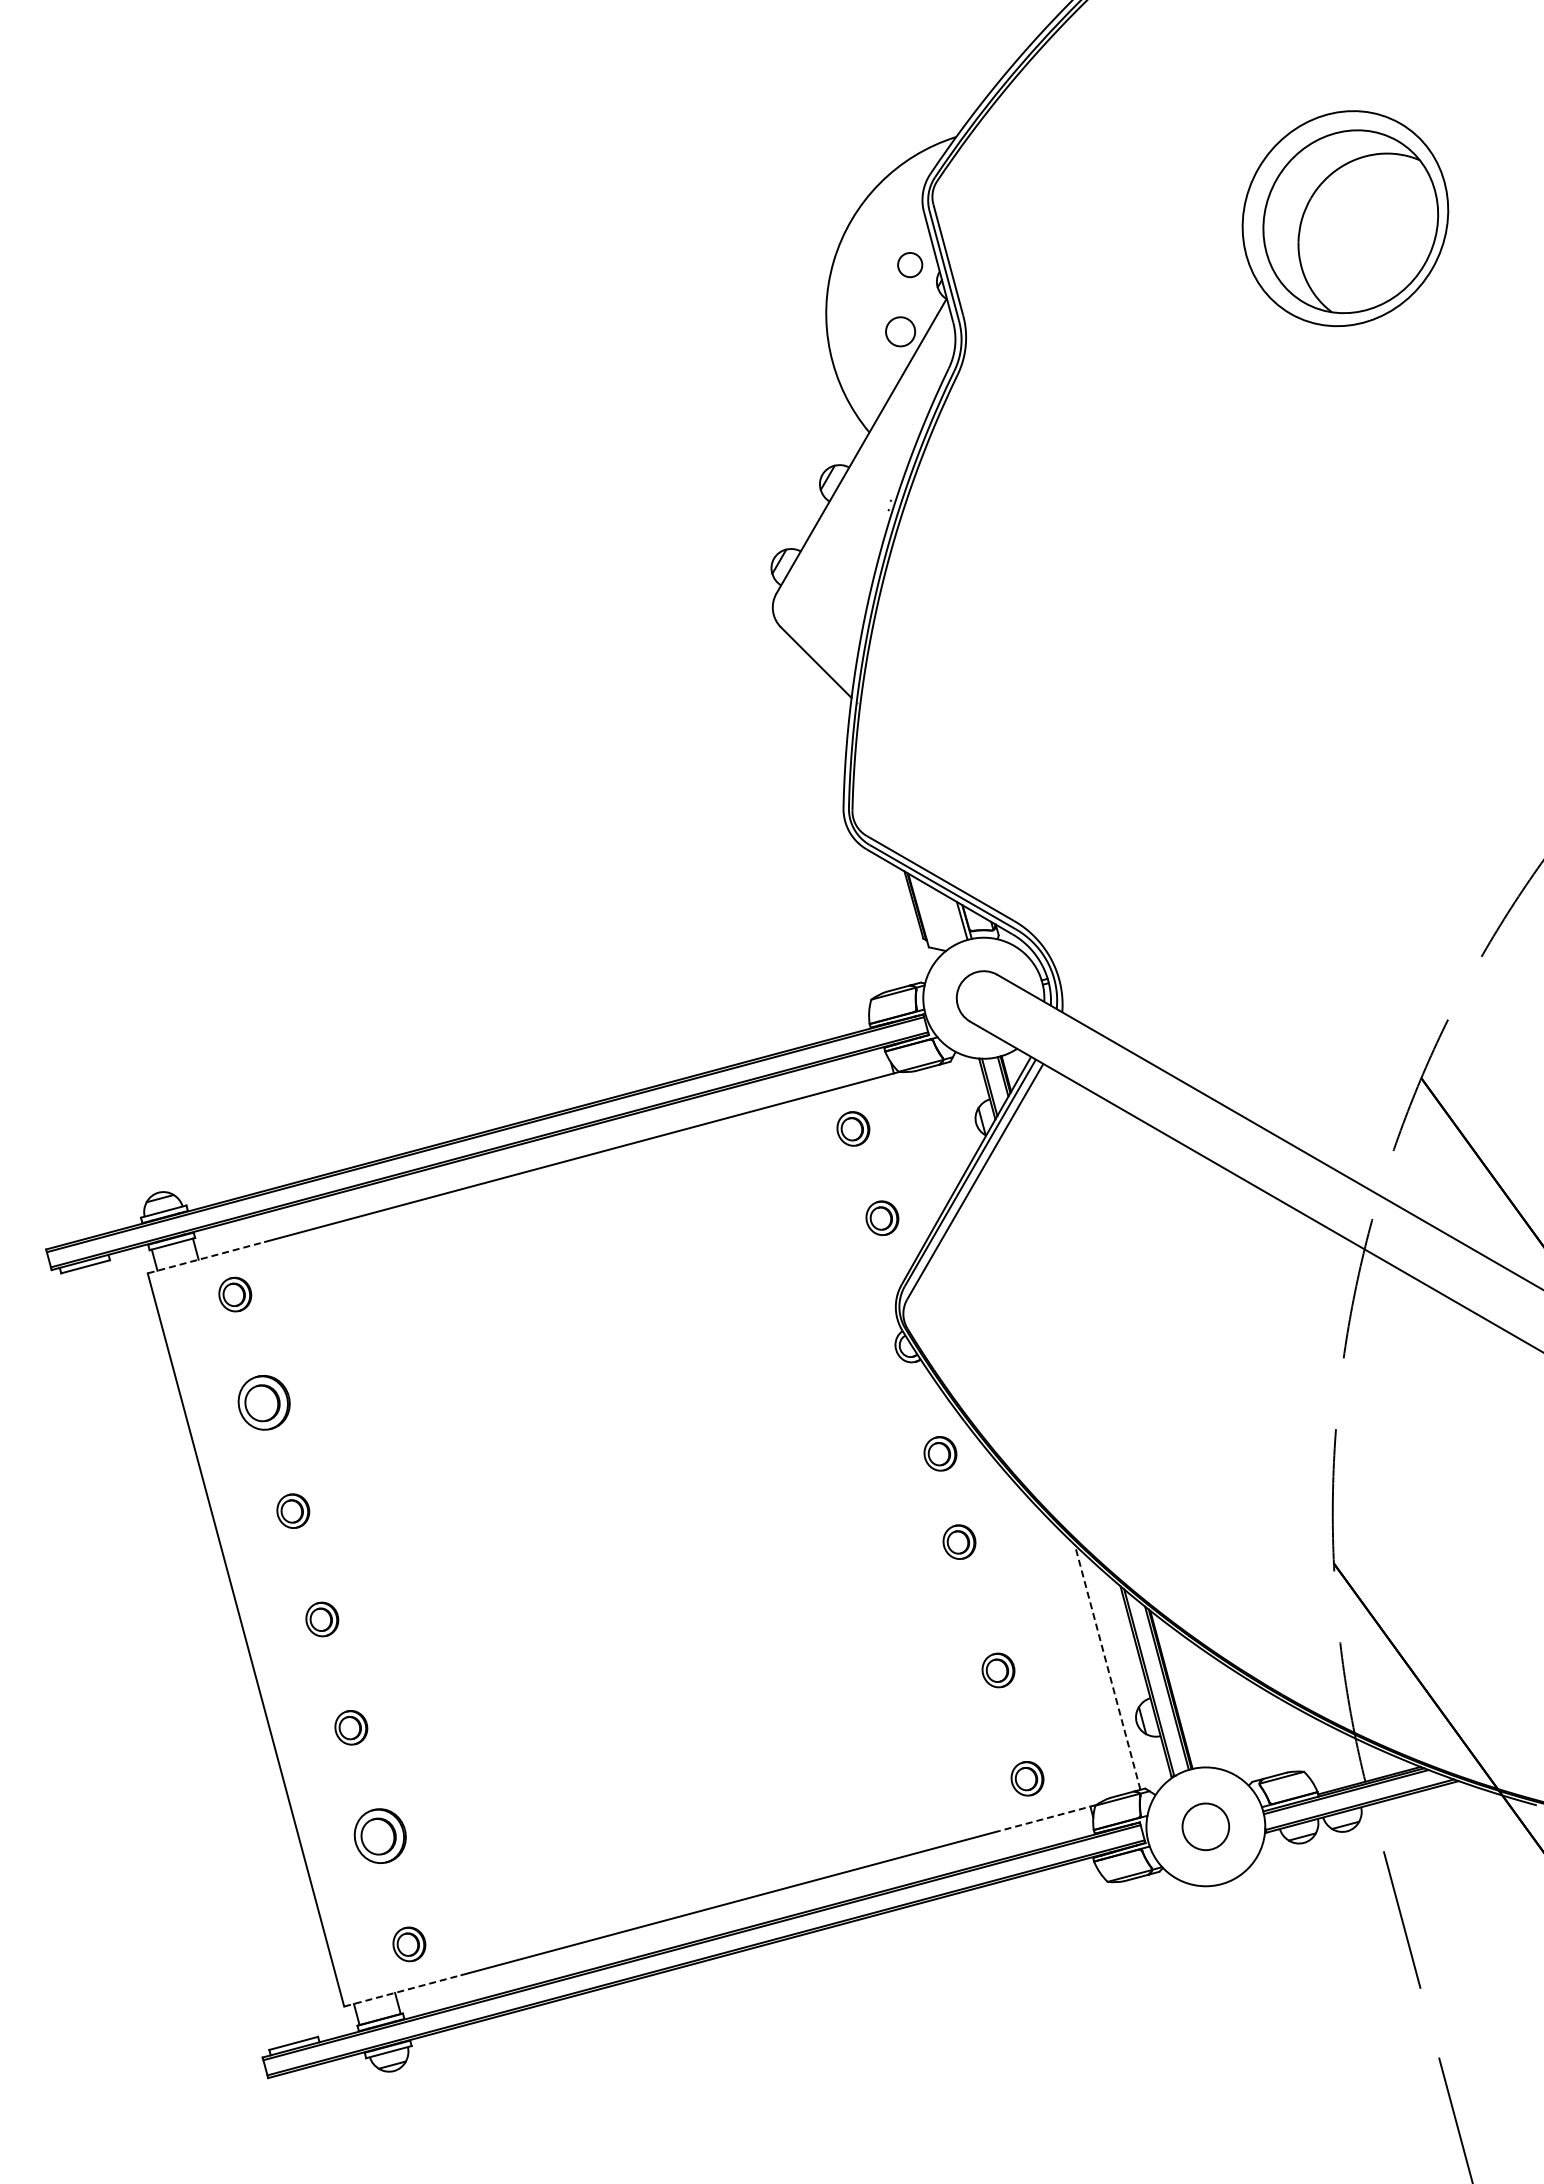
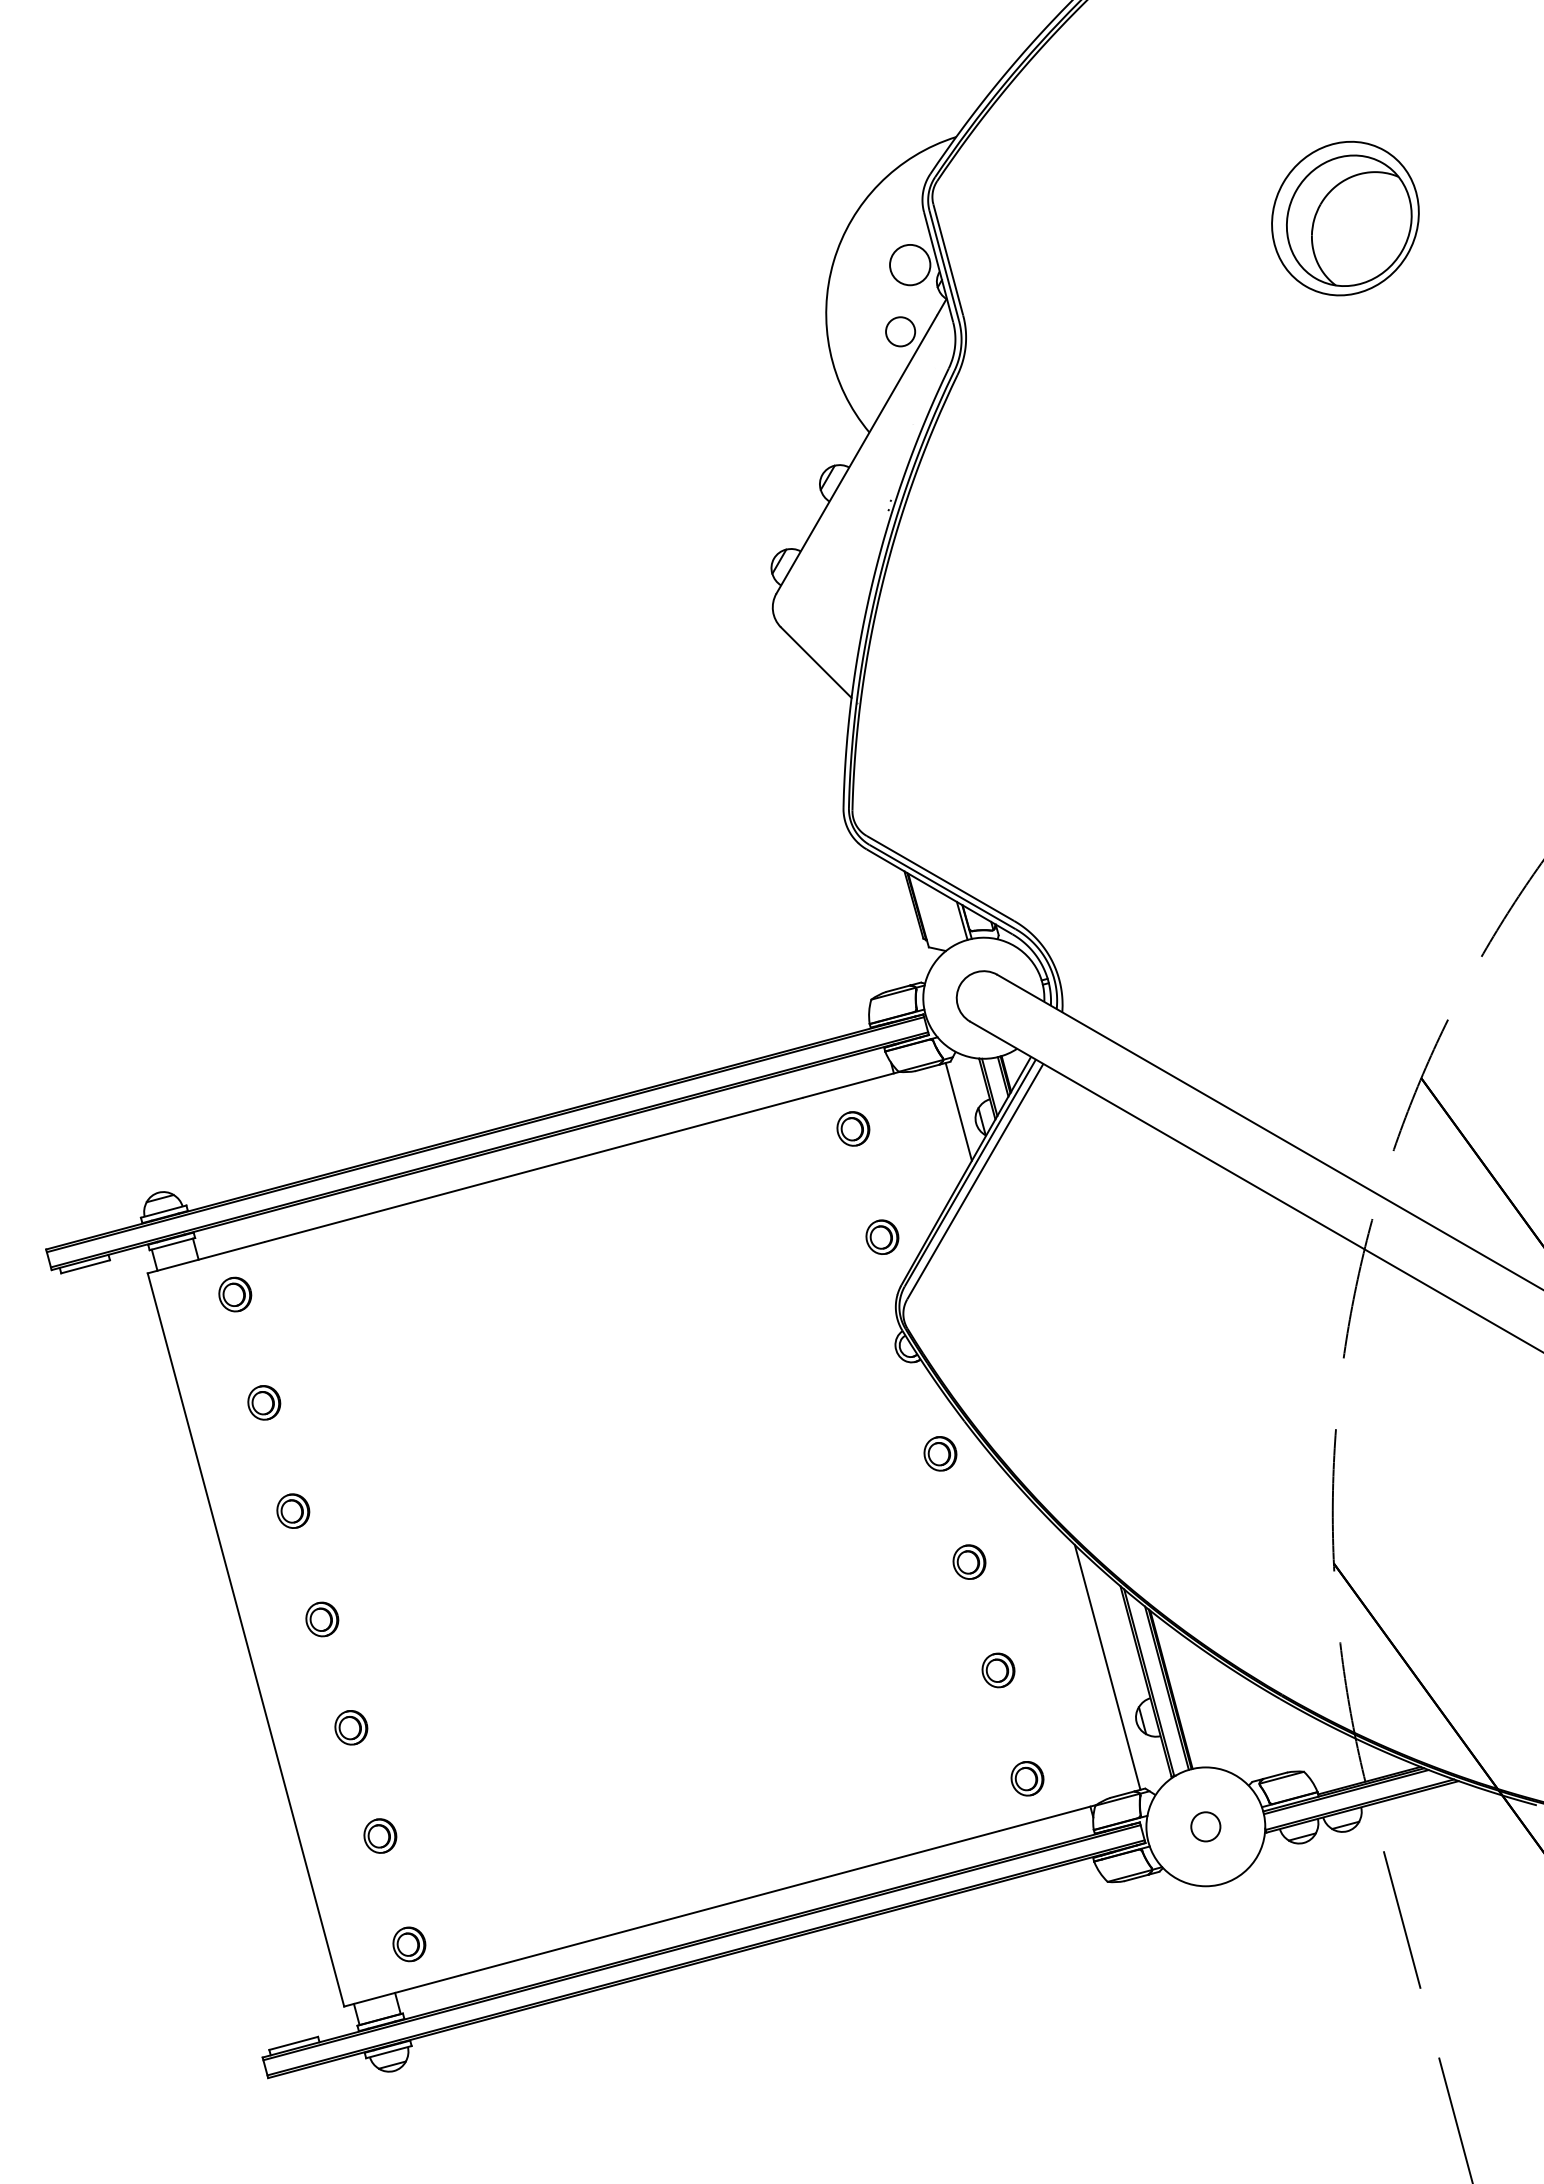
part at (1345, 218) size: 209x218 px -> 149x157 px
circle at (910, 264) diameter: 24 px -> 40 px
line at (958, 1111): none -> present
part at (882, 1217) position: (882, 1217) -> (882, 1236)
line at (206, 1257): dashed -> solid
part at (263, 1402) size: 54x56 px -> 35x36 px
part at (959, 1541) position: (959, 1541) -> (969, 1561)
line at (1107, 1667): dashed -> solid
line at (1048, 1817): dashed -> solid
circle at (1205, 1826) diameter: 47 px -> 29 px
part at (379, 1835) size: 54x56 px -> 35x36 px
line at (402, 1990): dashed -> solid
